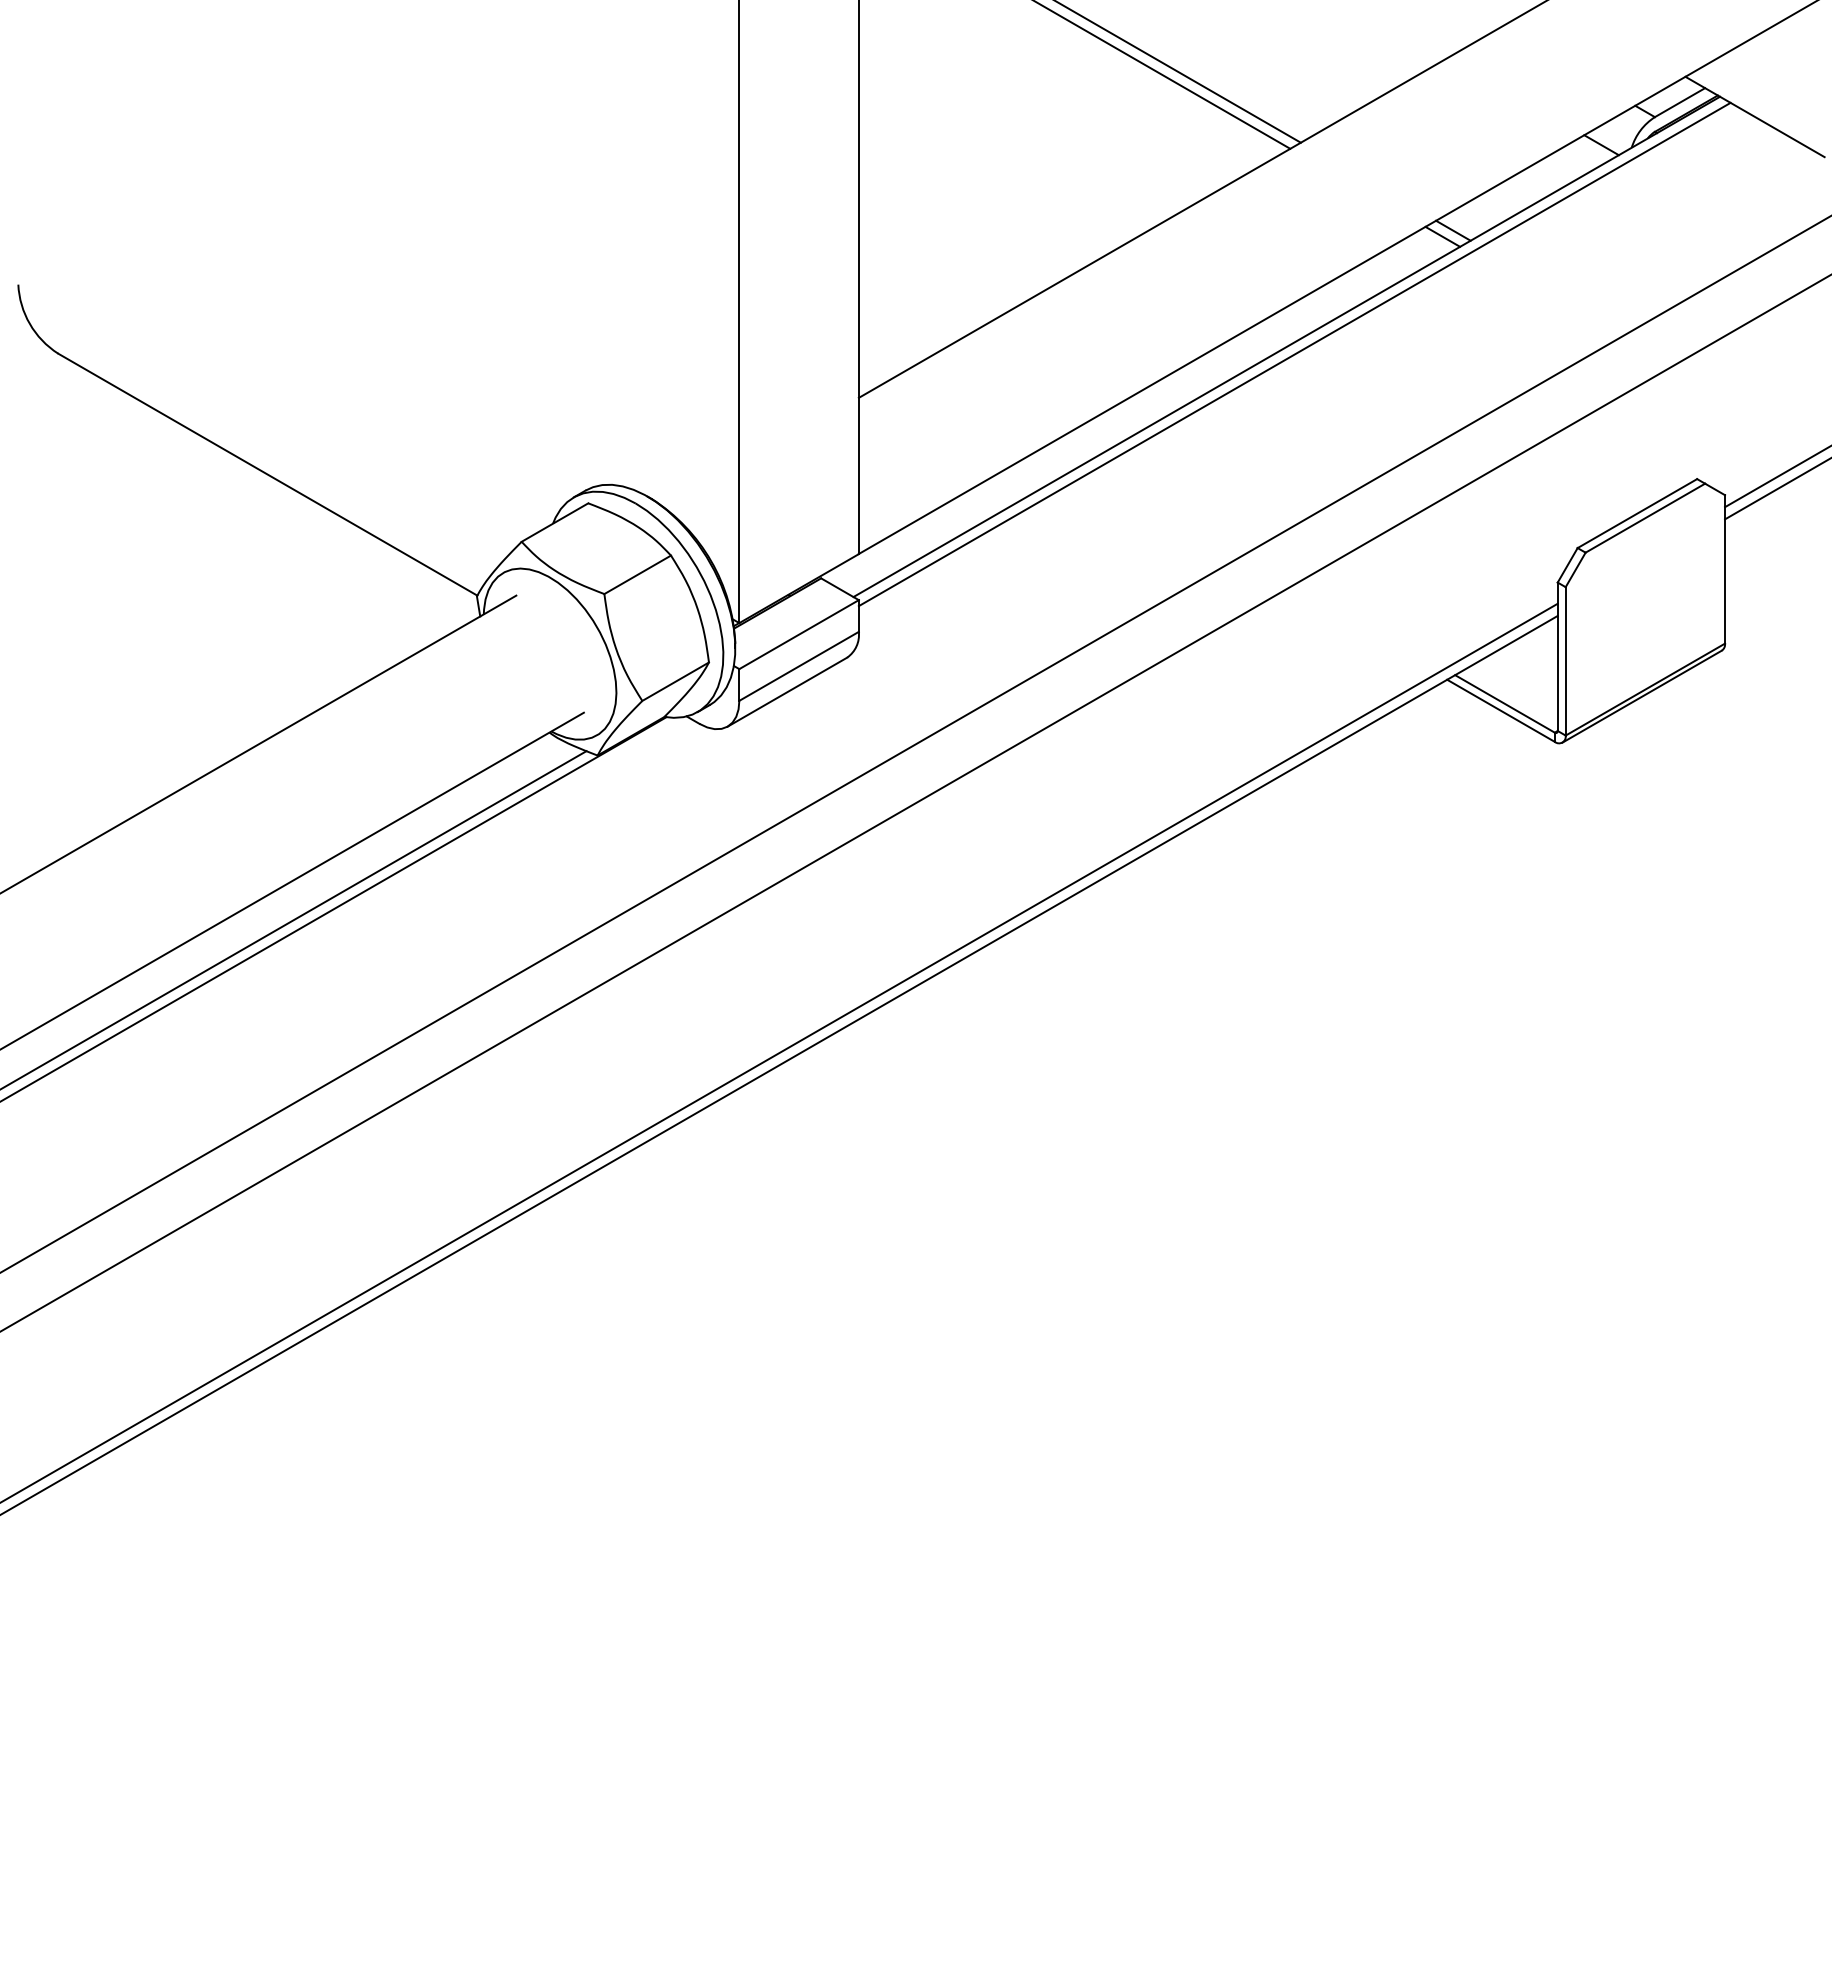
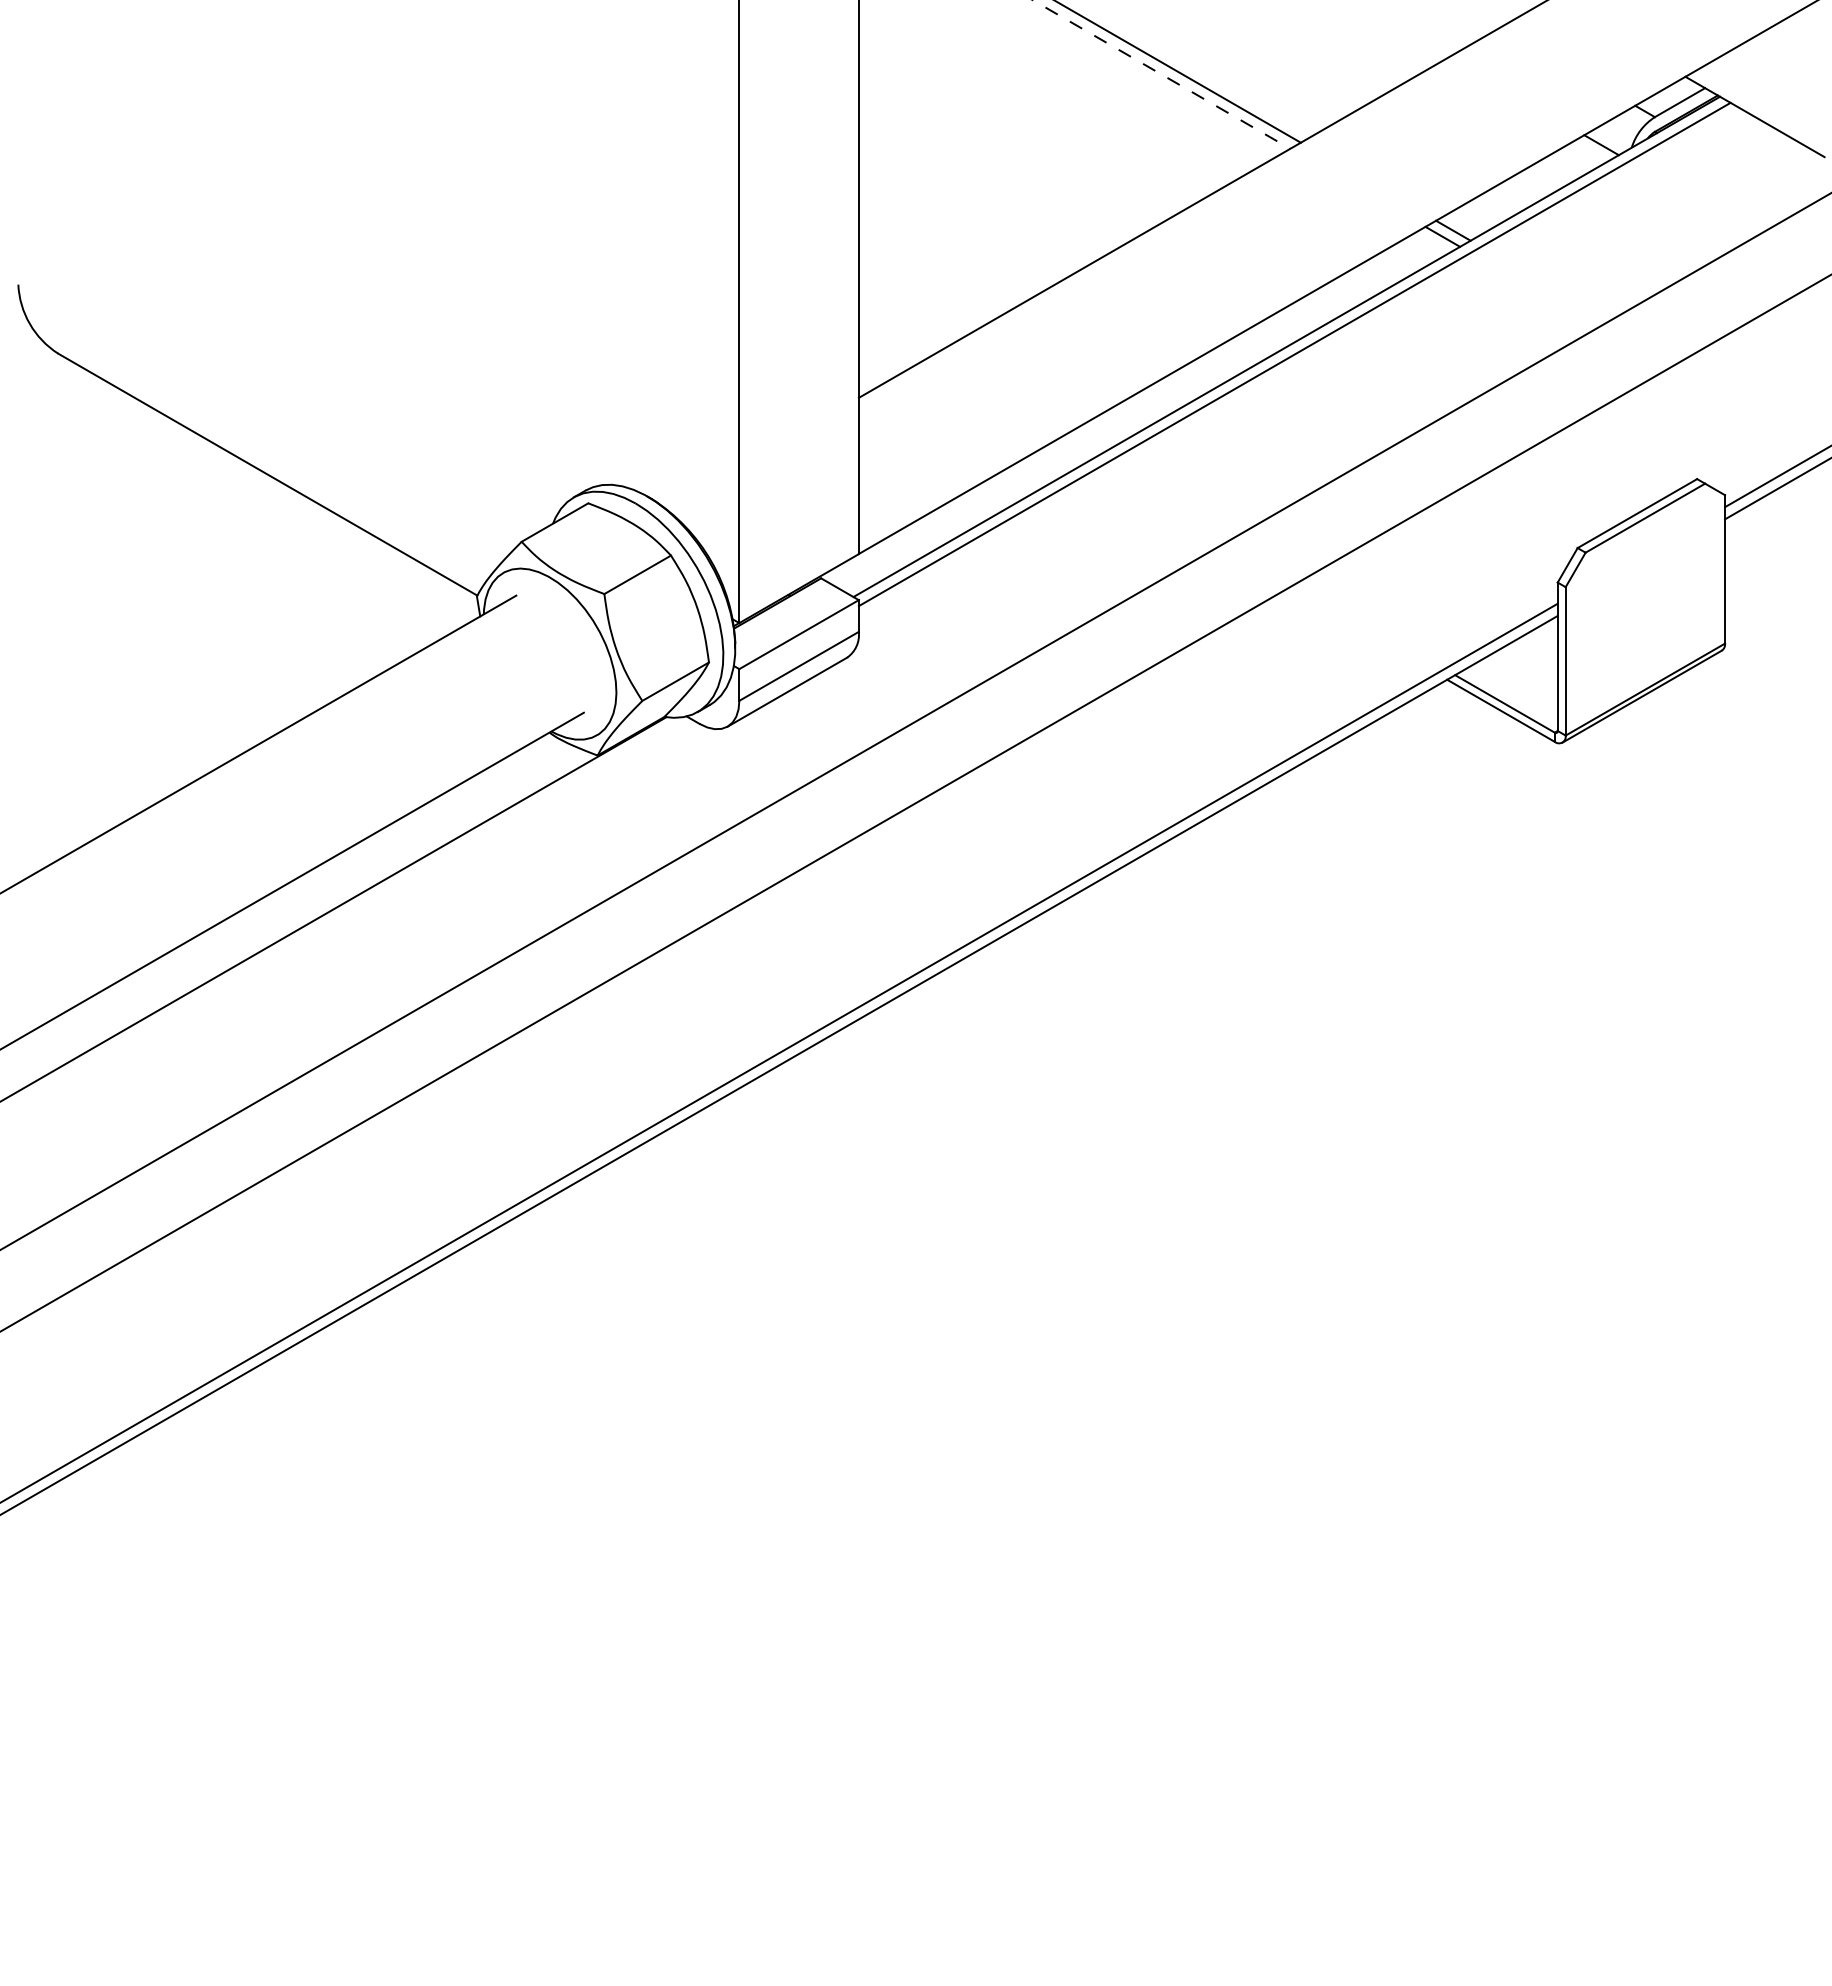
line at (1162, 74): solid -> dashed
line at (915, 744) position: (915, 744) -> (915, 721)
line at (294, 919): present -> none
